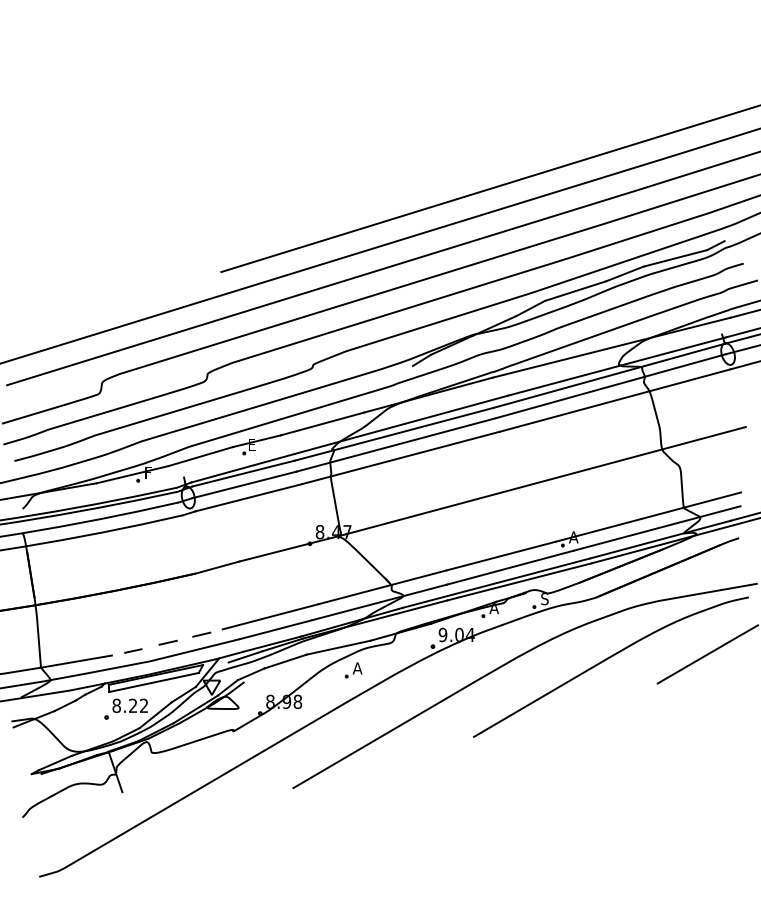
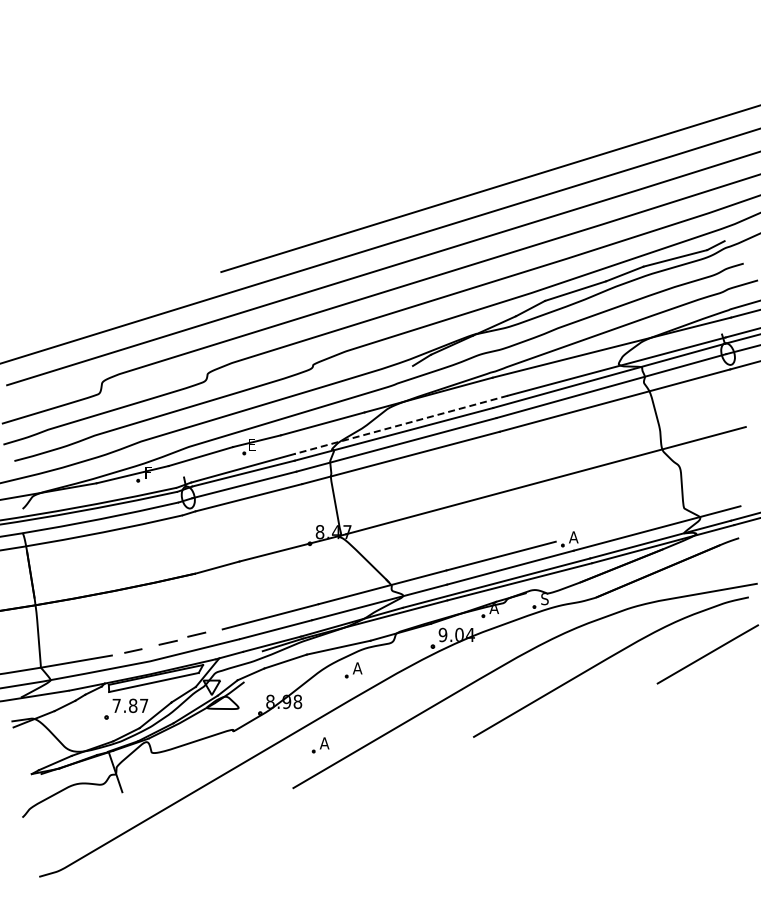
line at (401, 424): solid -> dashed
line at (648, 516): present -> none
line at (201, 634) position: (201, 634) -> (196, 634)
line at (245, 656): present -> none
text at (130, 705): 8.22 -> 7.87
part at (320, 745): none -> present
